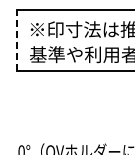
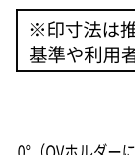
line at (17, 40): dashed -> solid
